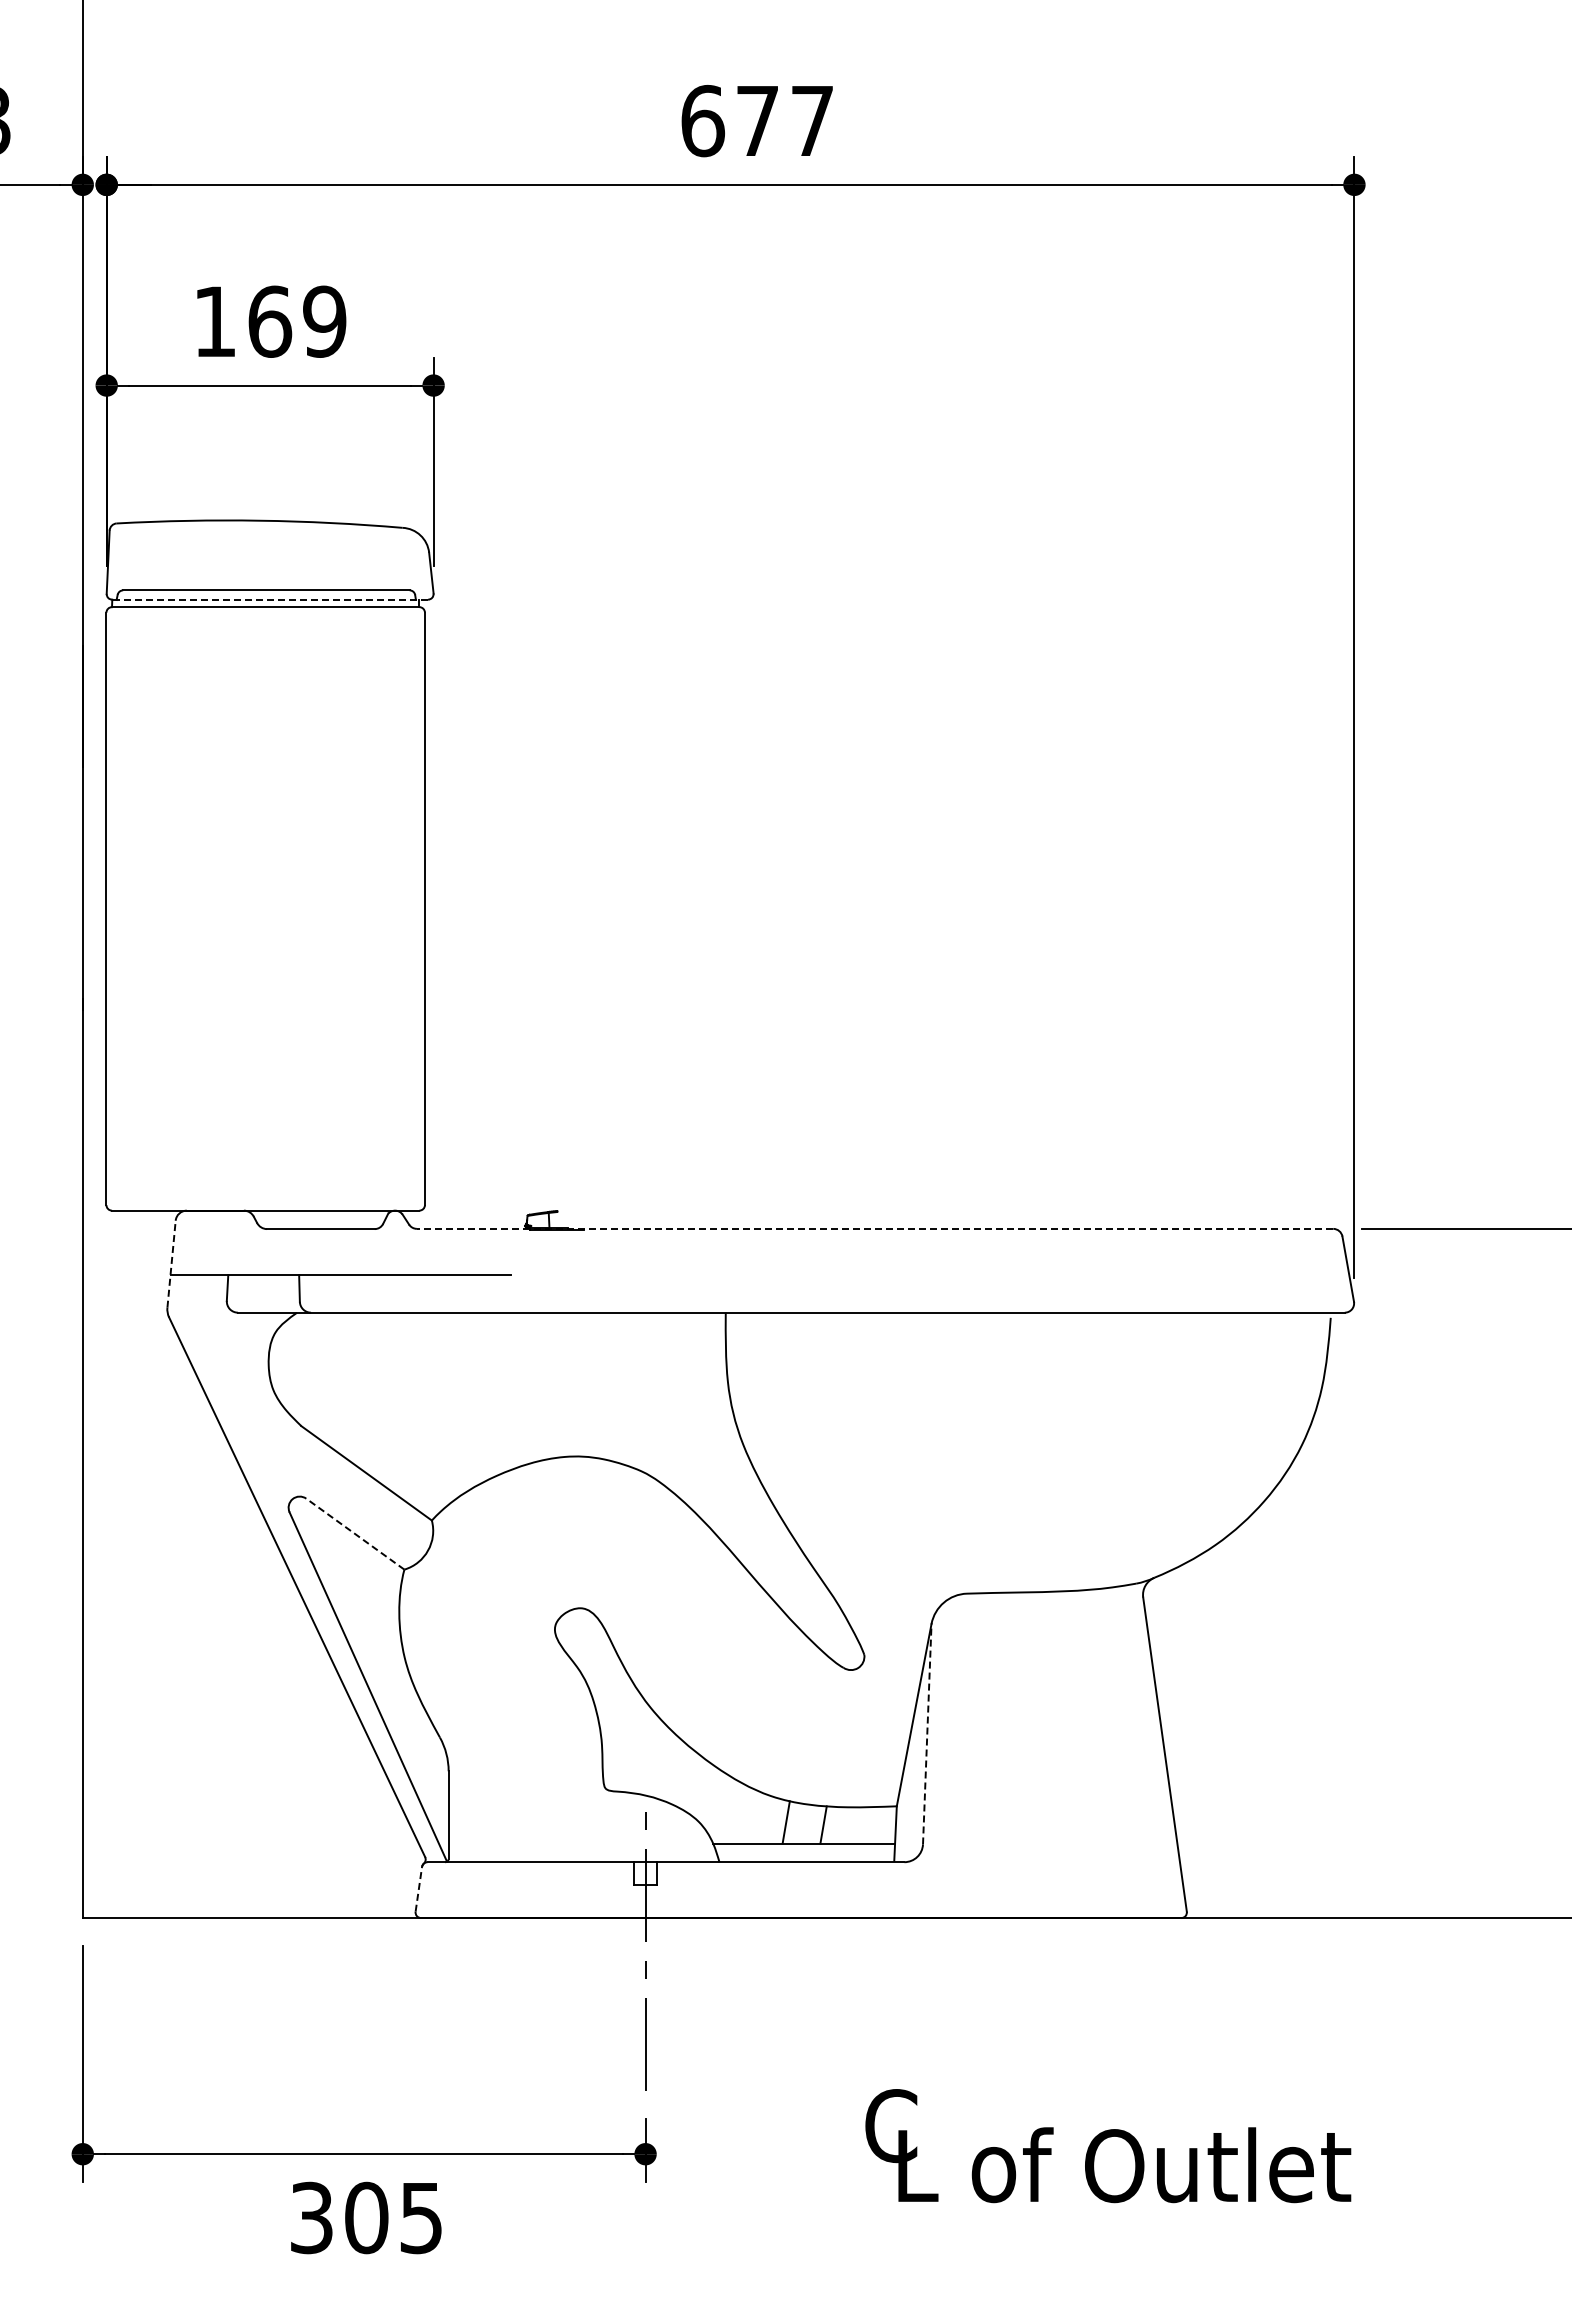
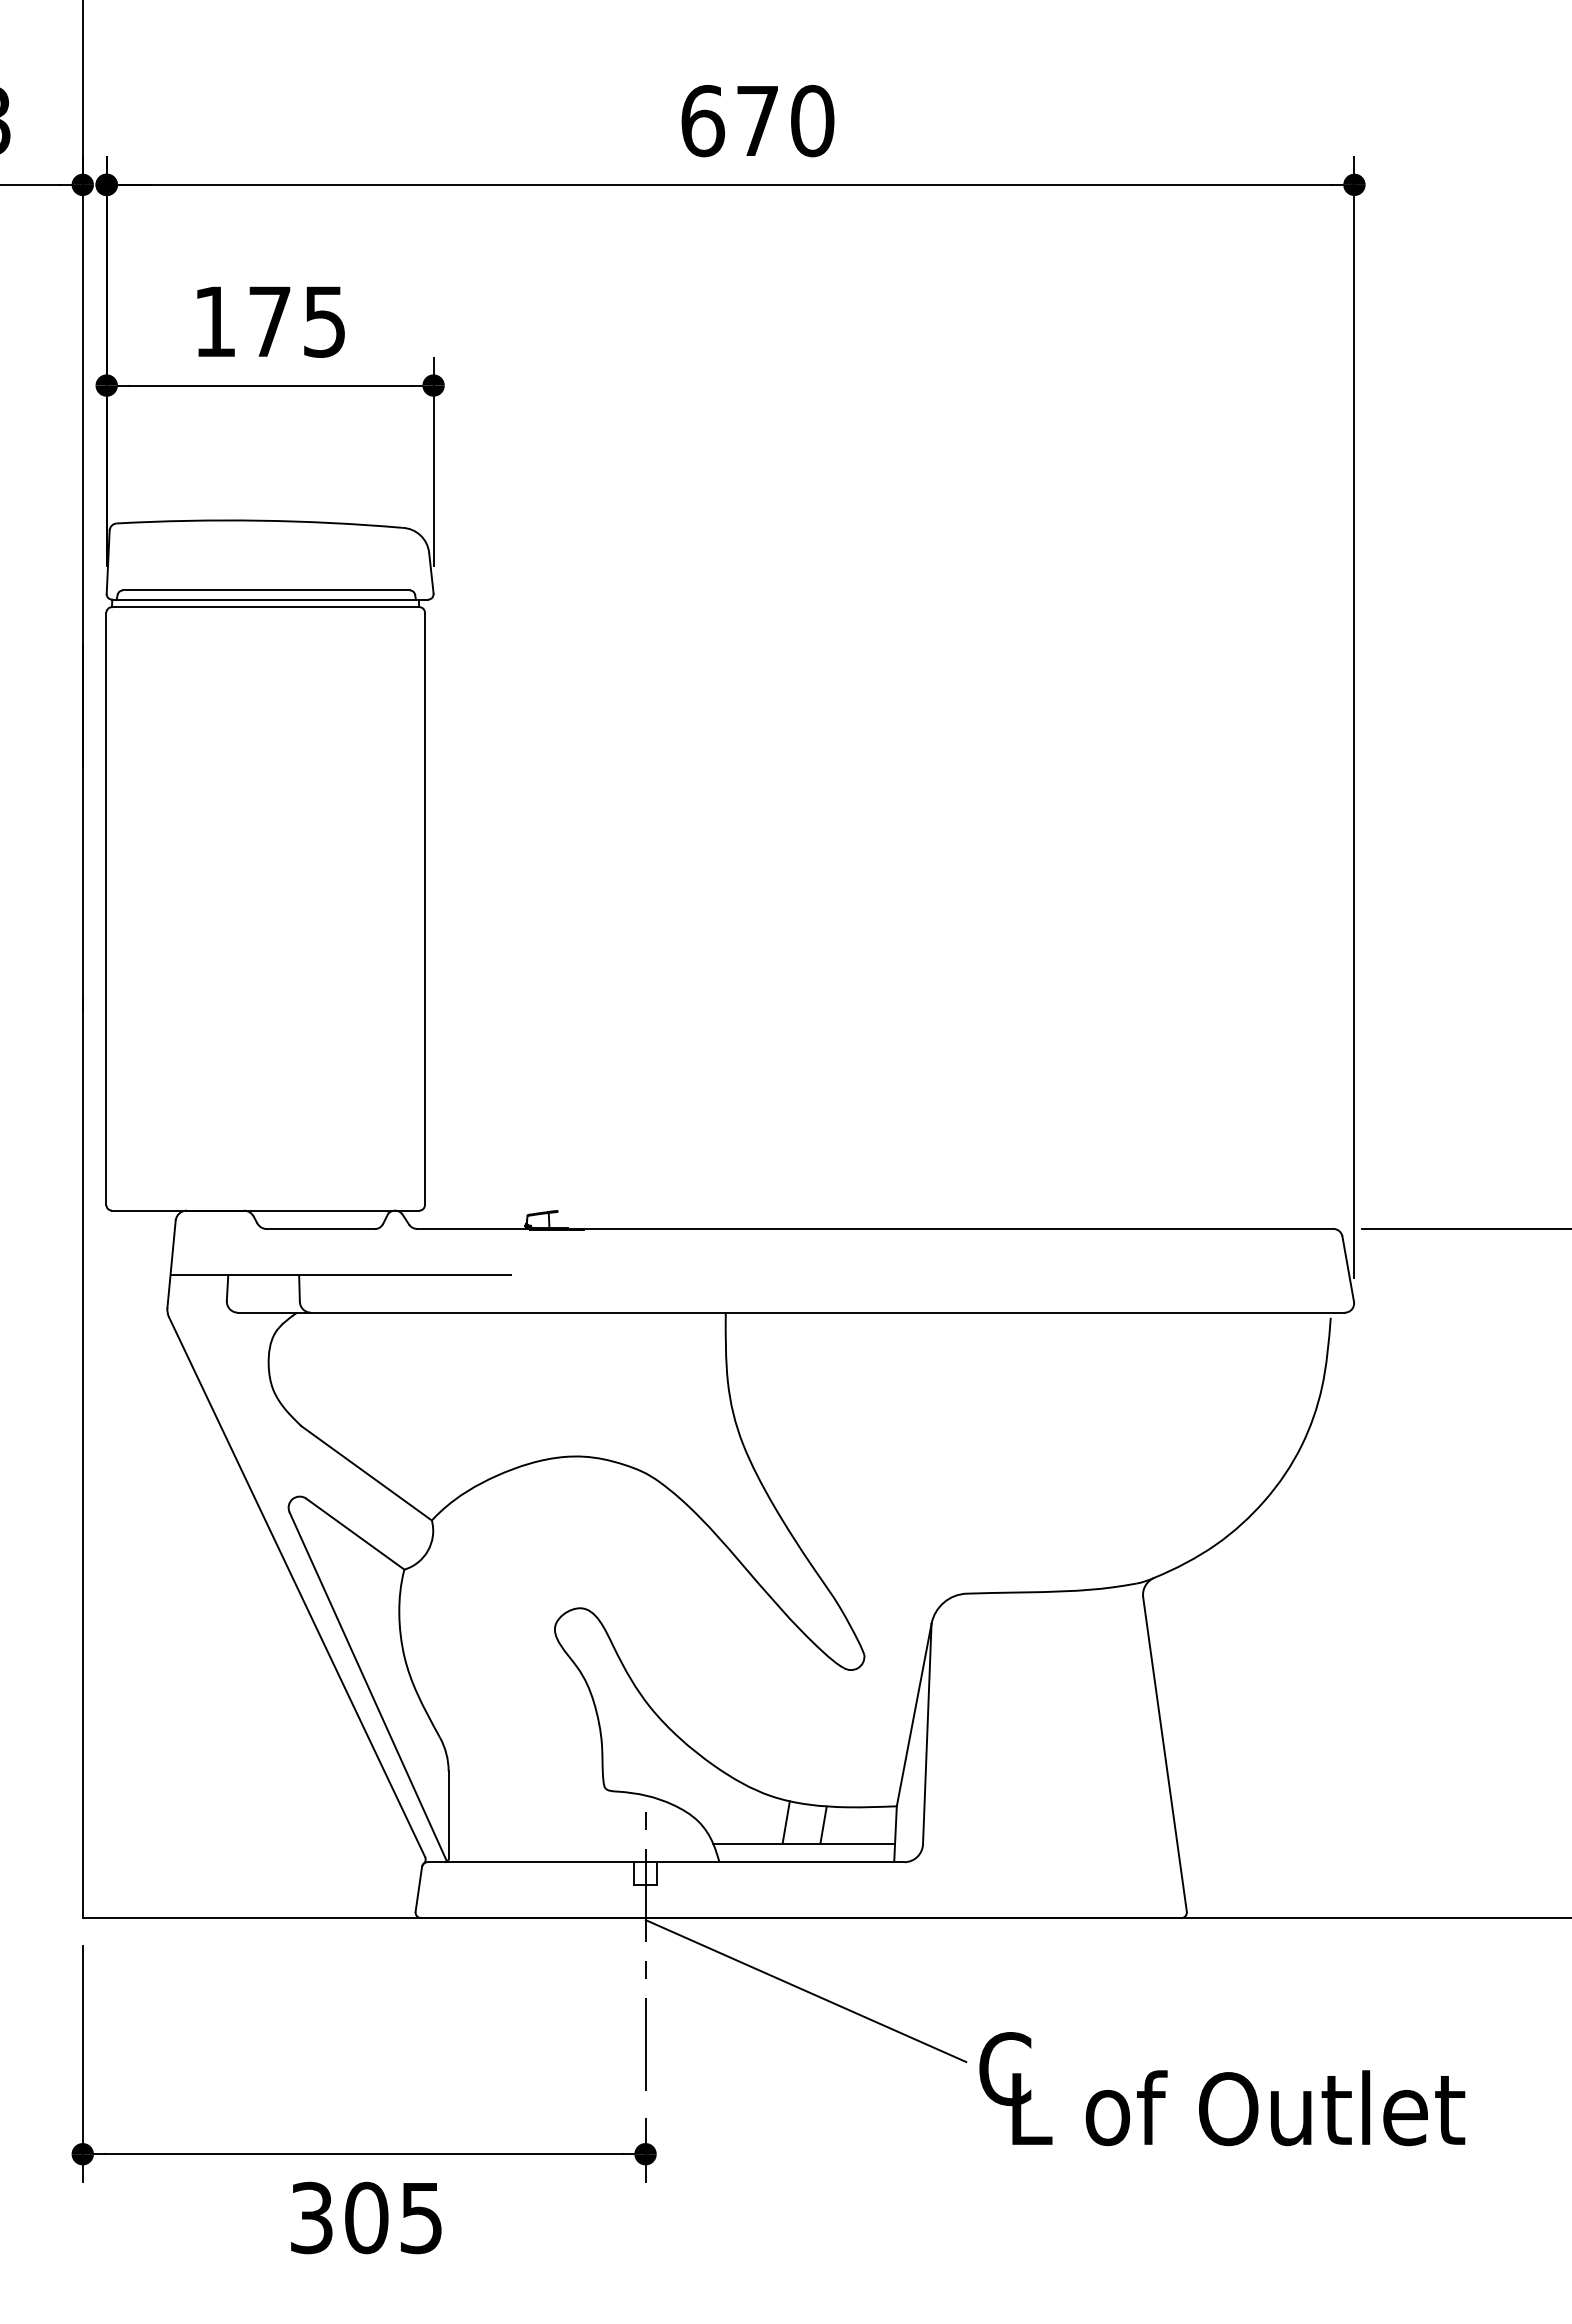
text at (812, 120): 677 -> 670
text at (297, 321): 169 -> 175
line at (270, 599): dashed -> solid
line at (874, 1228): dashed -> solid
line at (171, 1264): dashed -> solid
line at (355, 1534): dashed -> solid
line at (927, 1733): dashed -> solid
line at (418, 1889): dashed -> solid
line at (805, 1991): none -> present
text at (1108, 2146) position: (1108, 2146) -> (1222, 2089)
